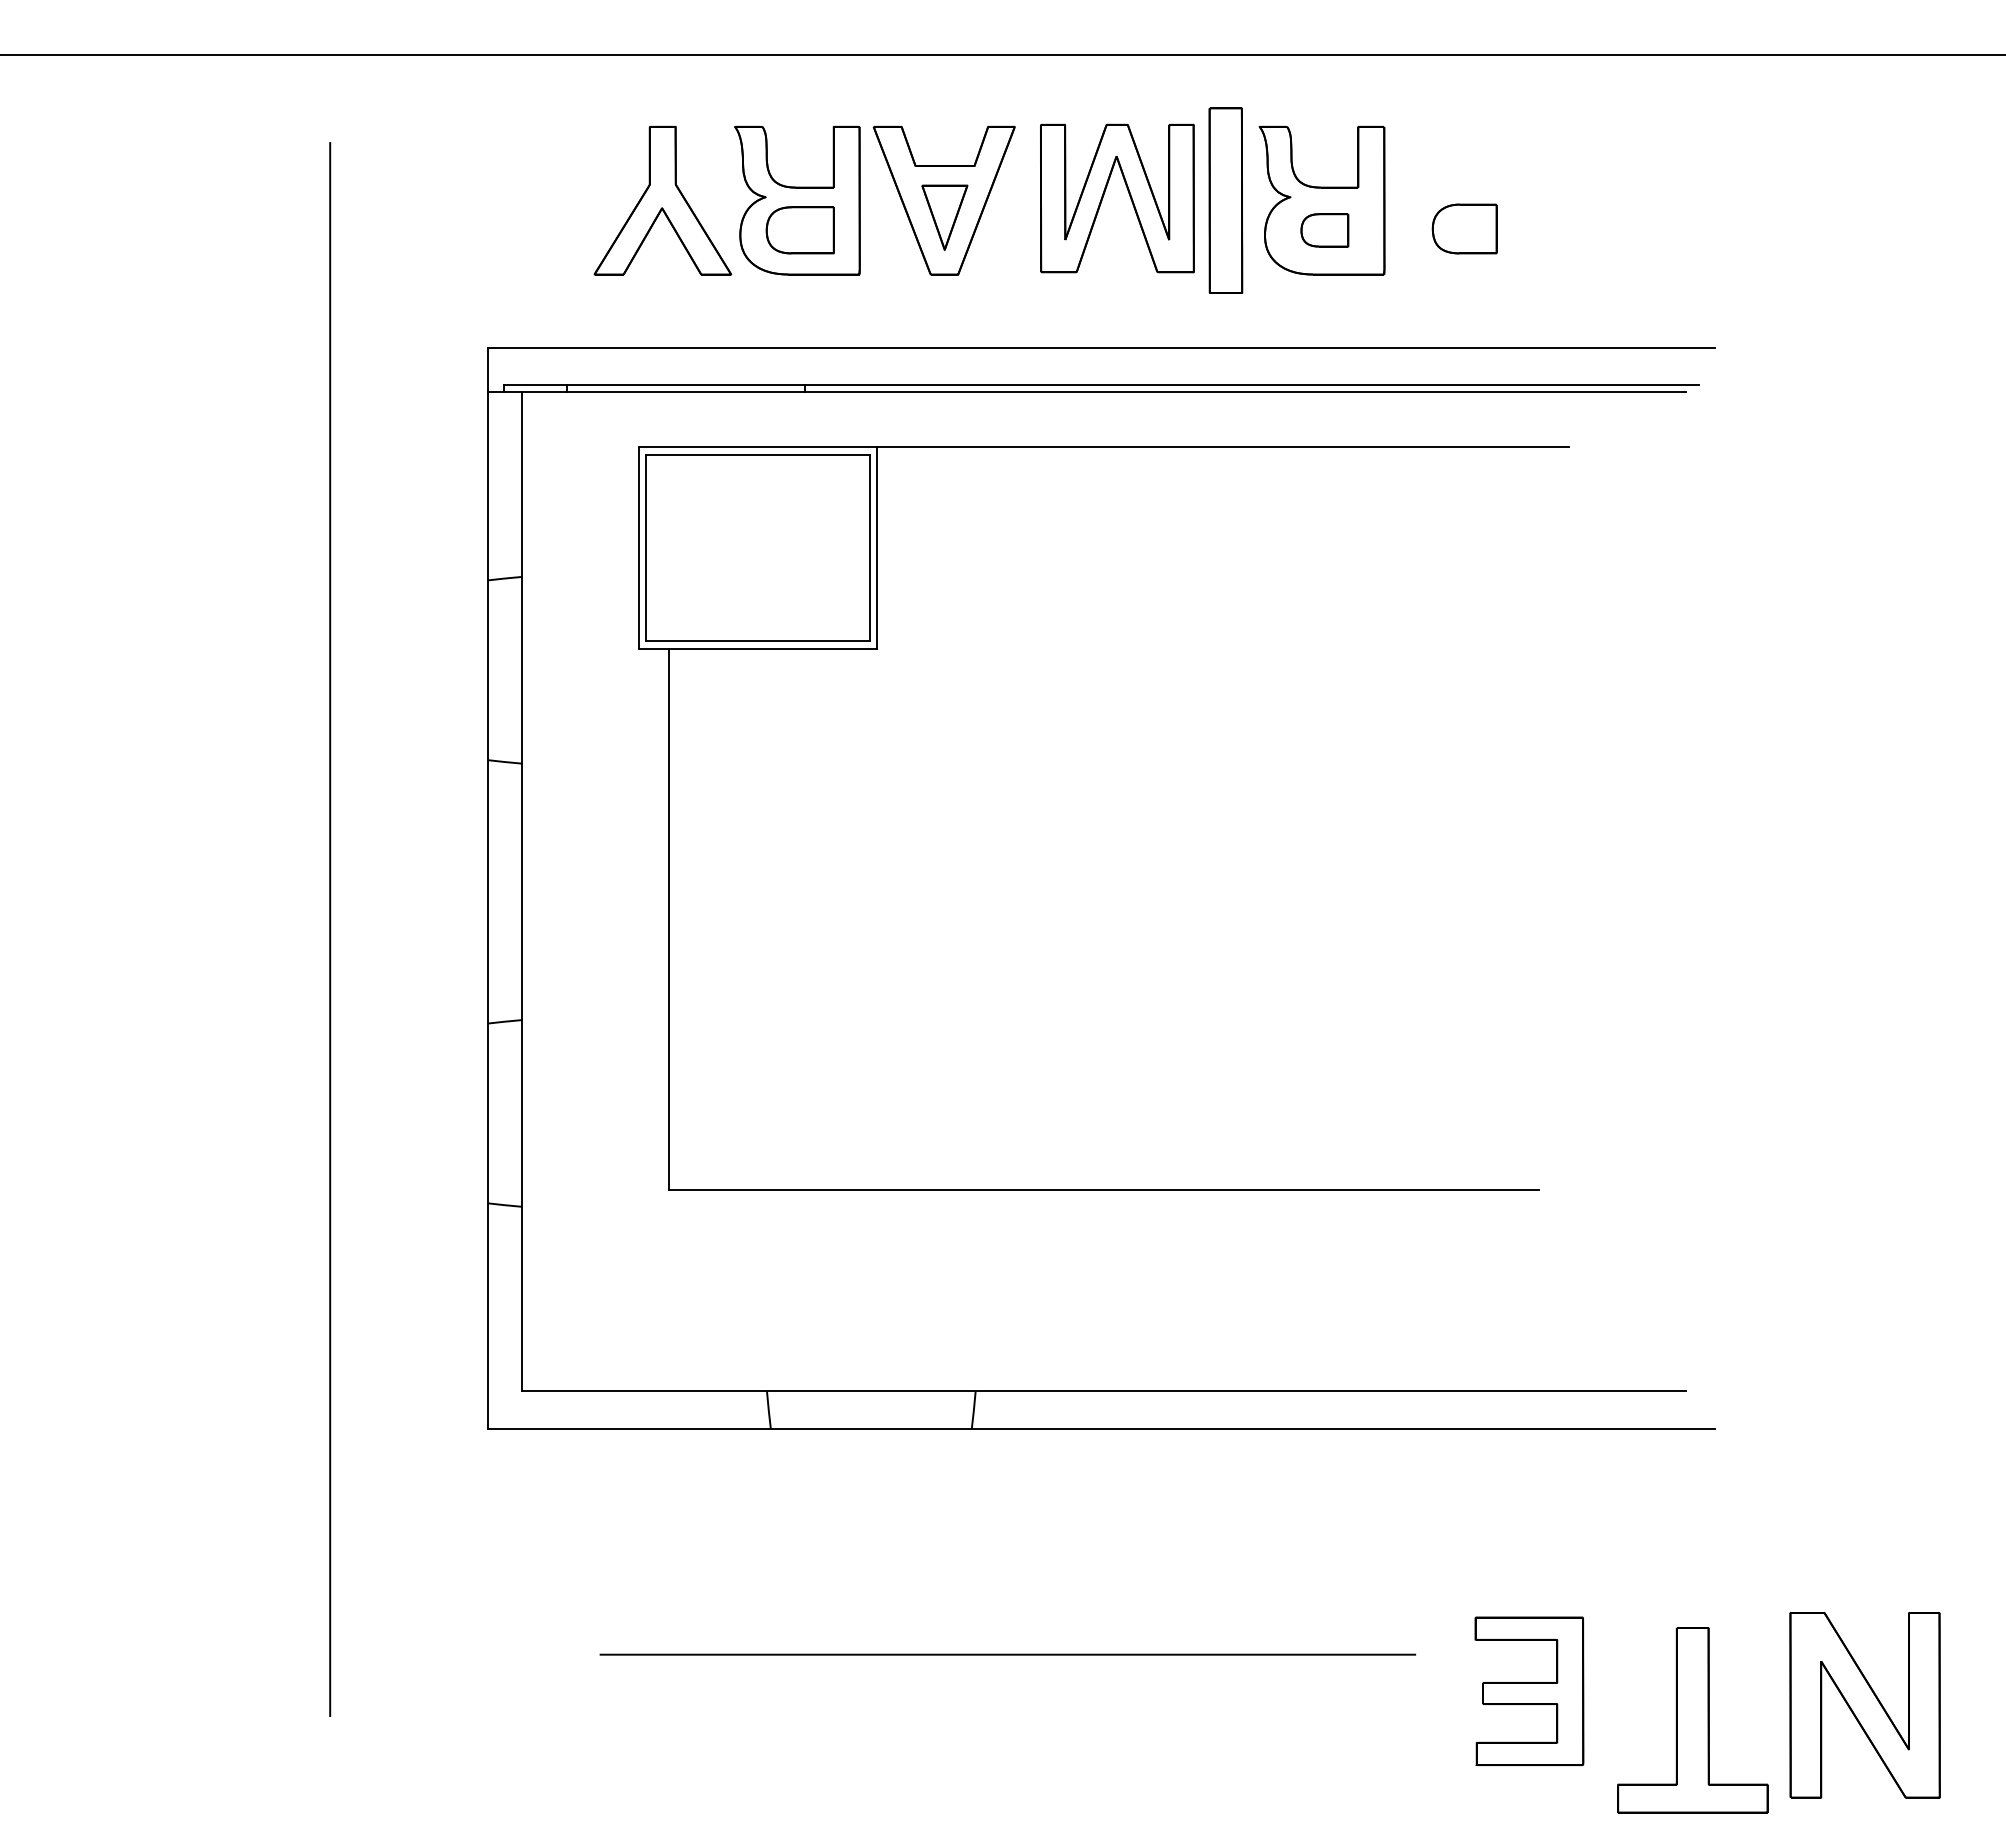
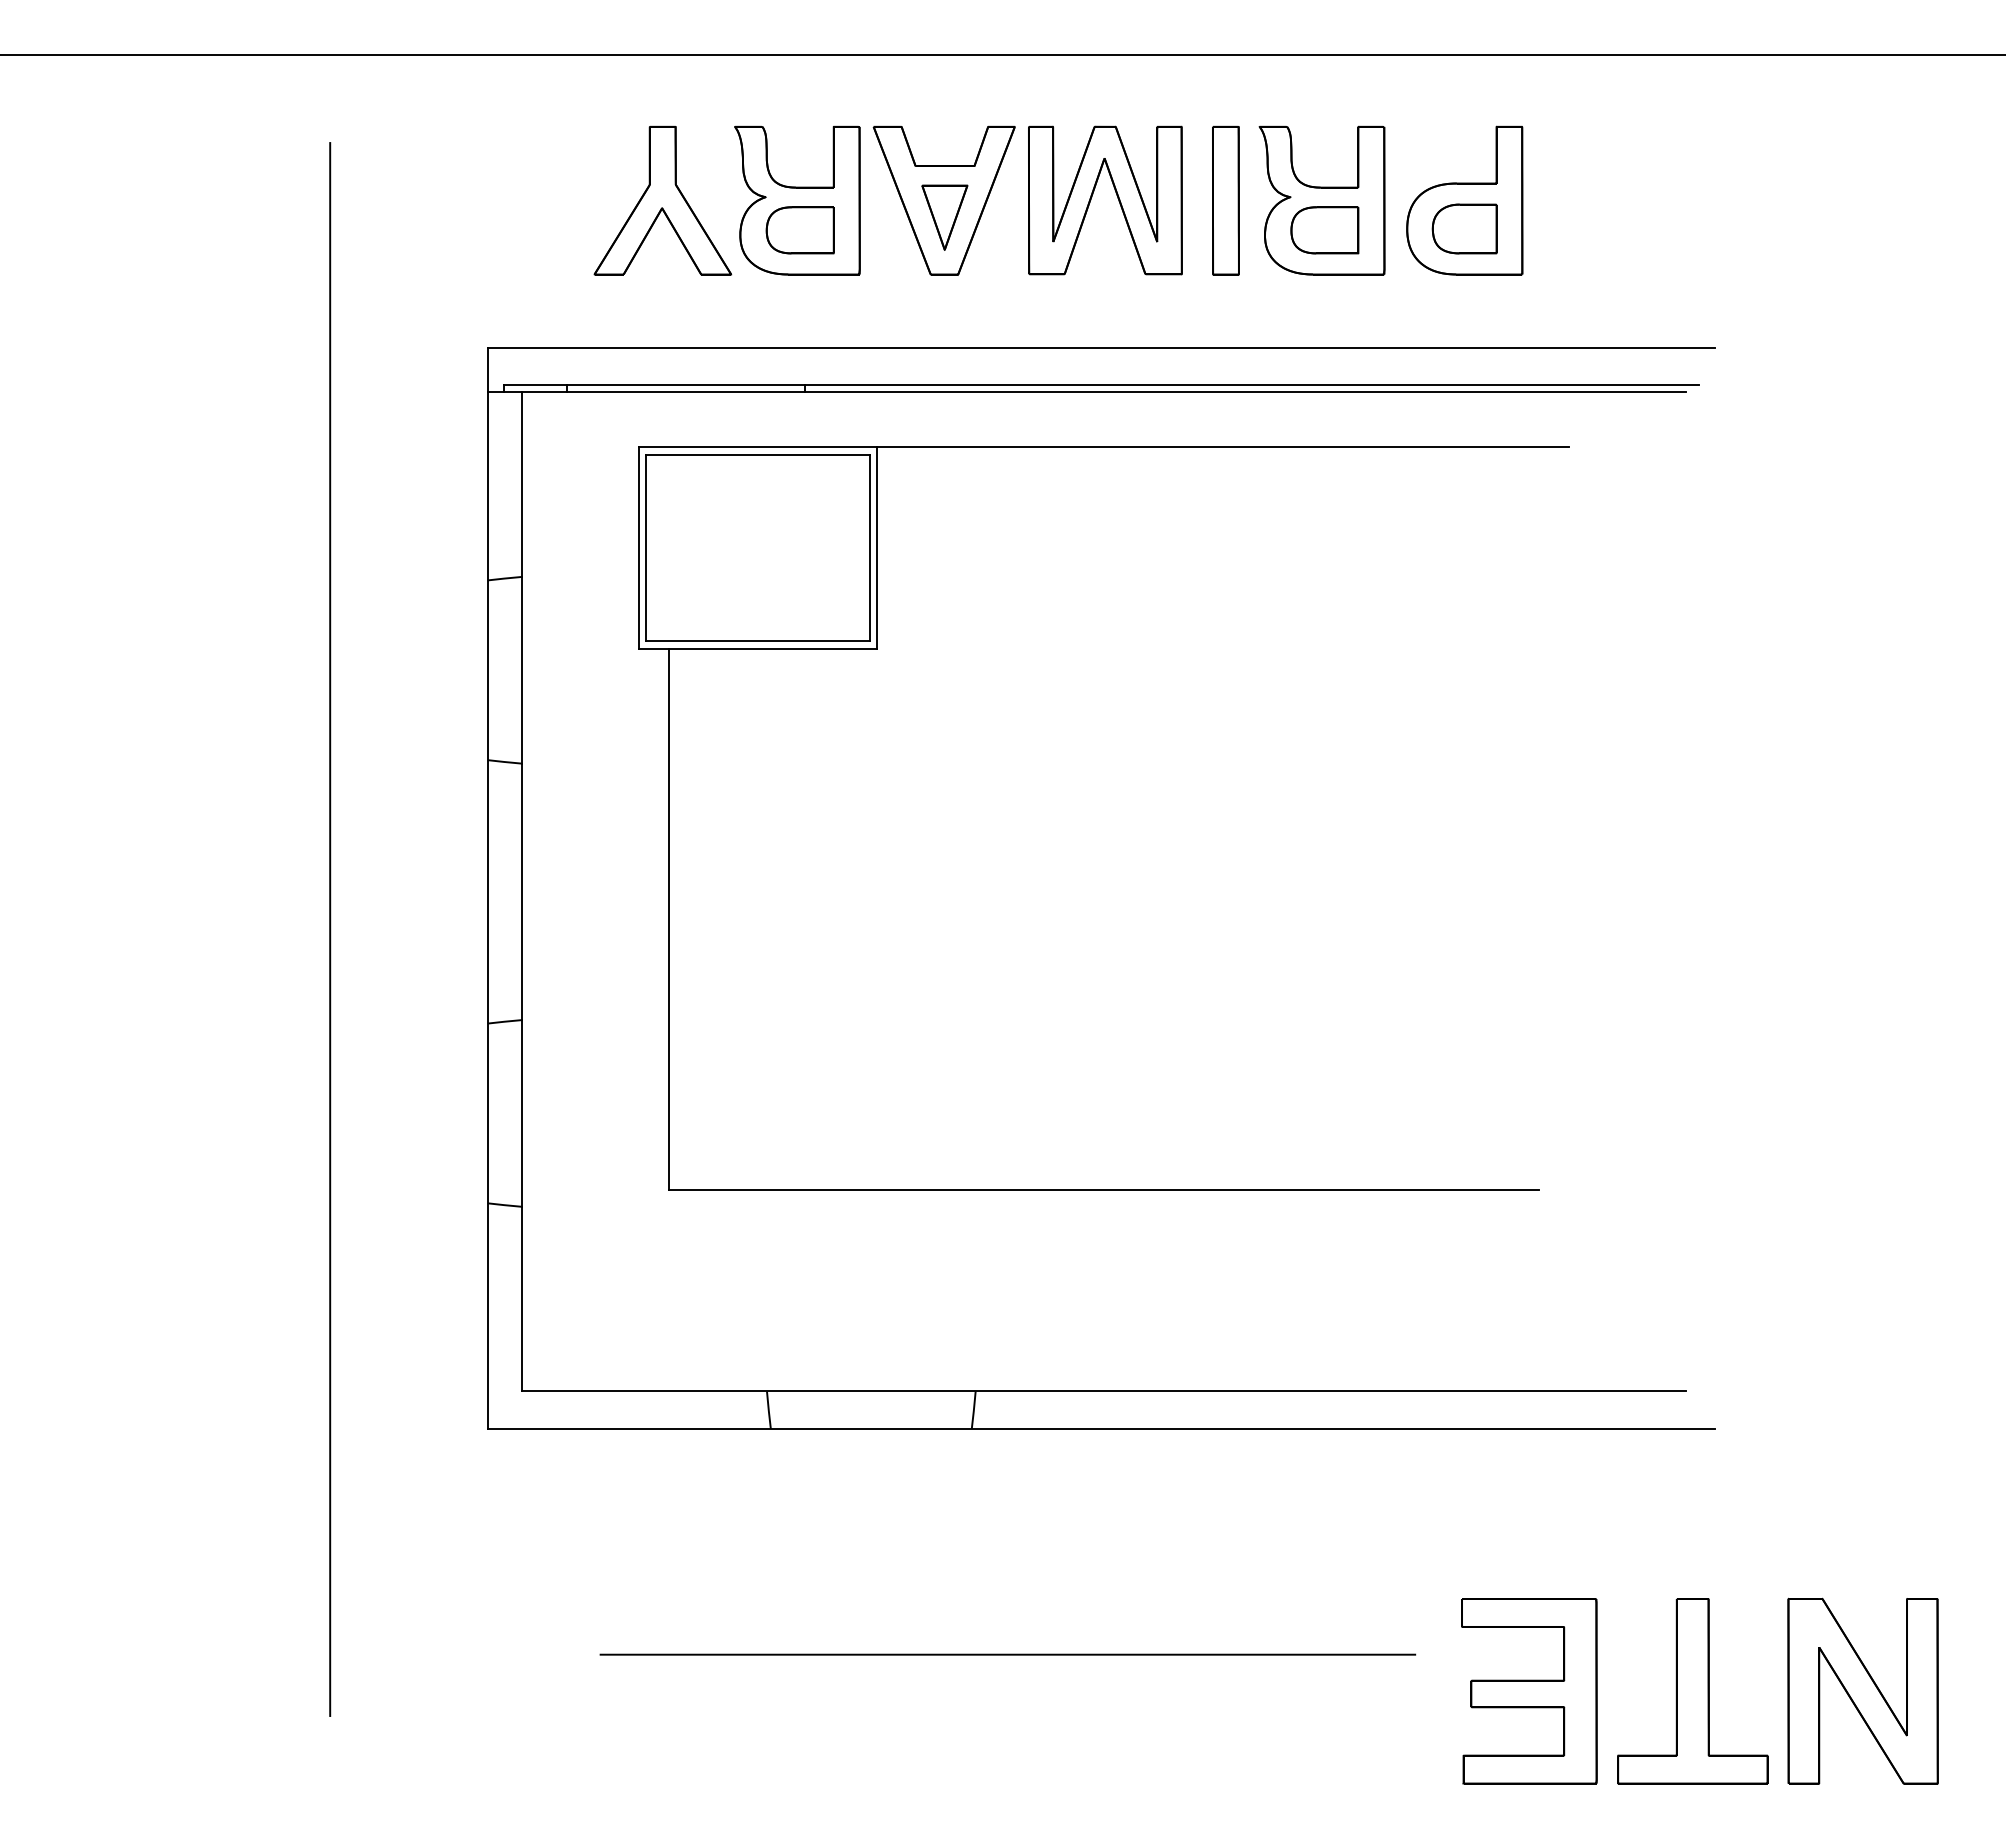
part at (1128, 193) position: (1128, 193) -> (1116, 195)
part at (1225, 200) size: 36x187 px -> 28x151 px
part at (1464, 200): none -> present
part at (1324, 230) size: 50x35 px -> 70x49 px
part at (1529, 1690) size: 111x150 px -> 137x187 px
part at (1864, 1704) position: (1864, 1704) -> (1862, 1690)
part at (1692, 1720) position: (1692, 1720) -> (1692, 1691)
